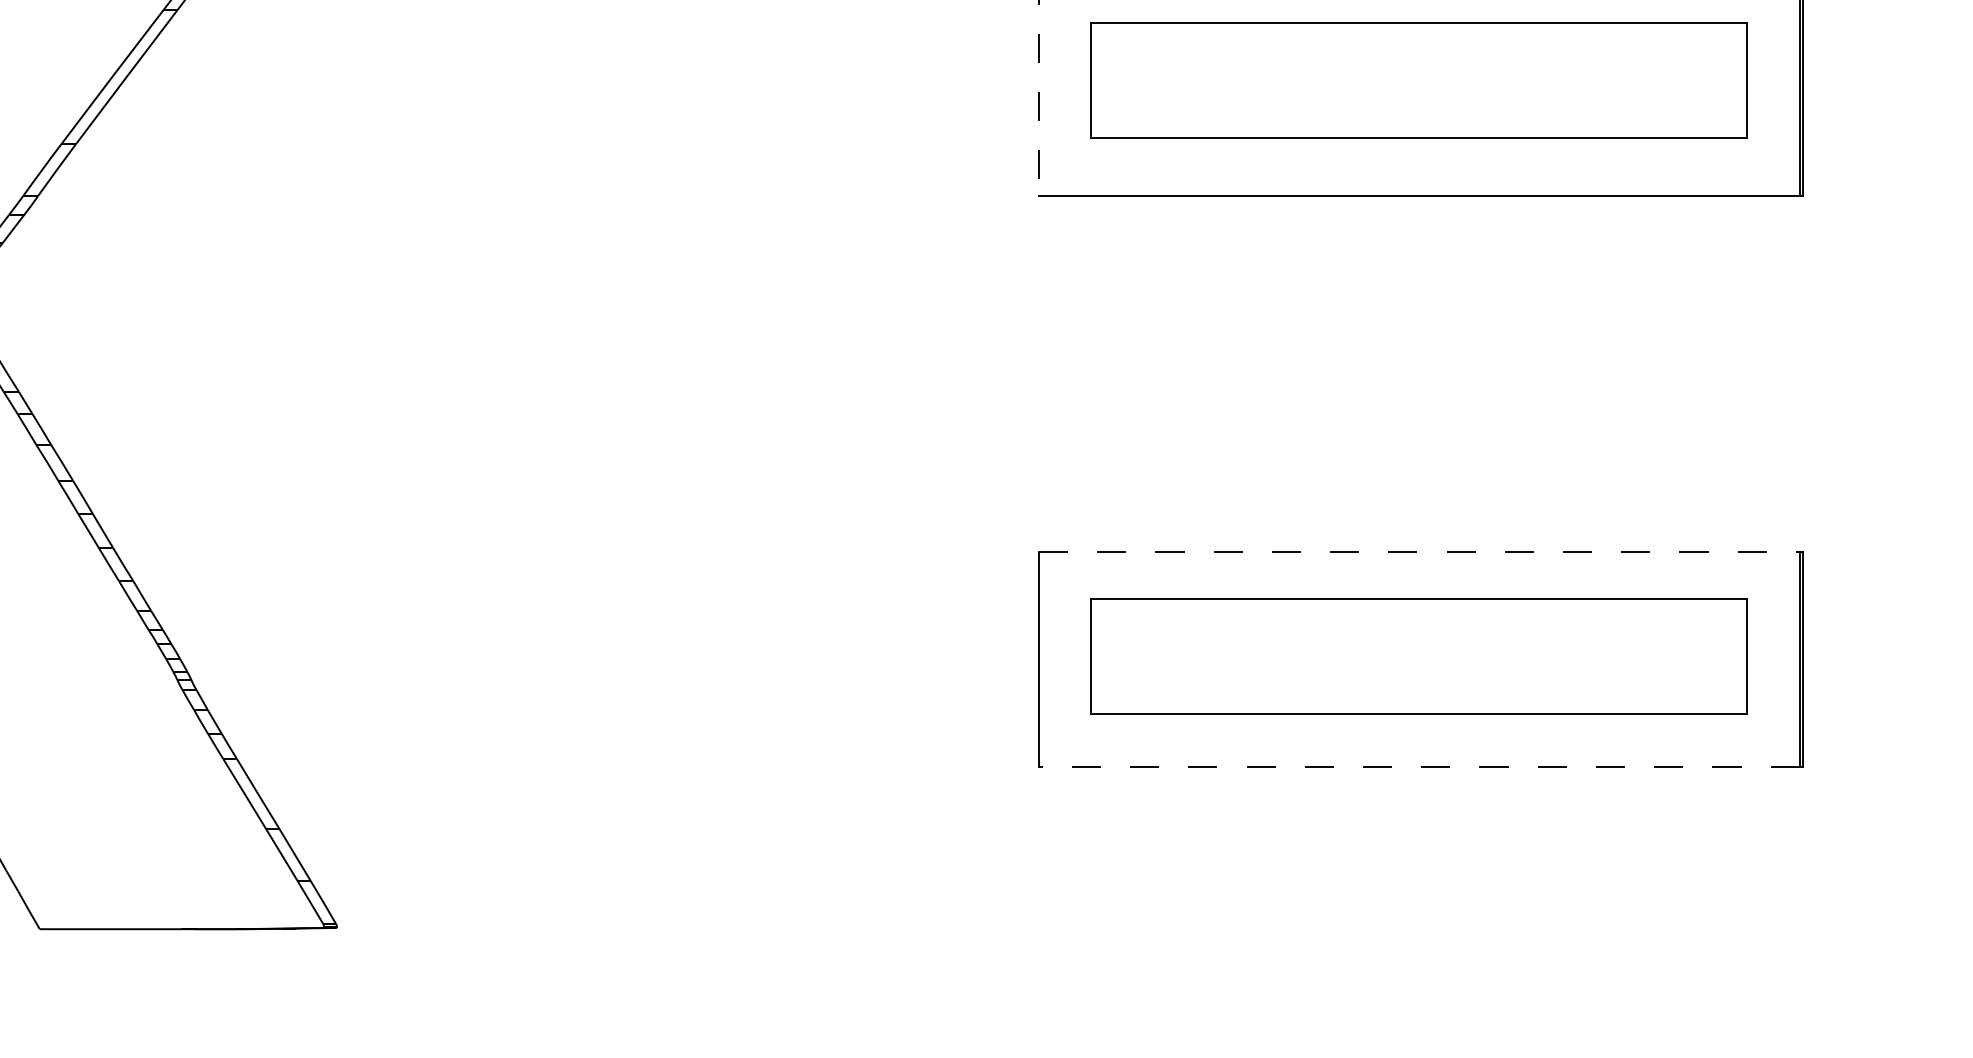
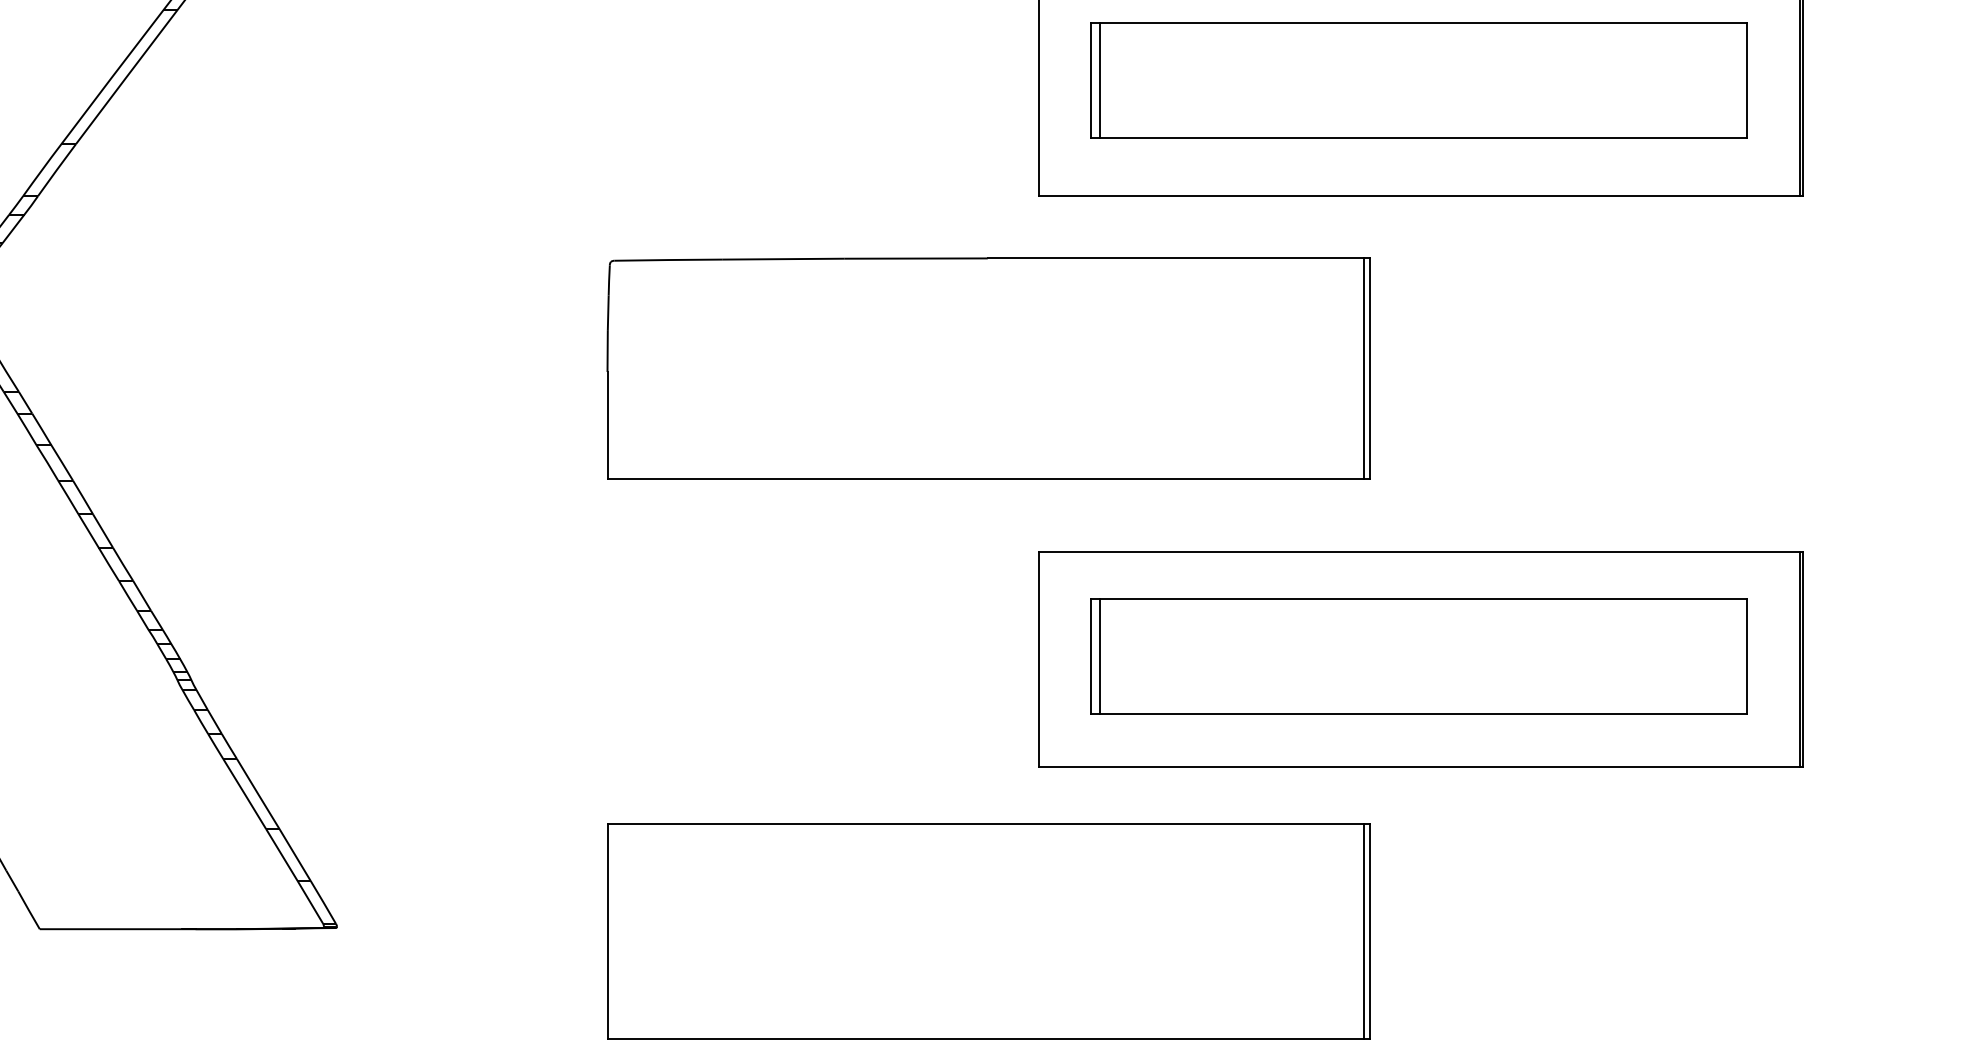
line at (1099, 79): none -> present
line at (1038, 97): dashed -> solid
part at (988, 368): none -> present
line at (1419, 551): dashed -> solid
line at (1099, 656): none -> present
line at (1418, 766): dashed -> solid
part at (988, 931): none -> present
